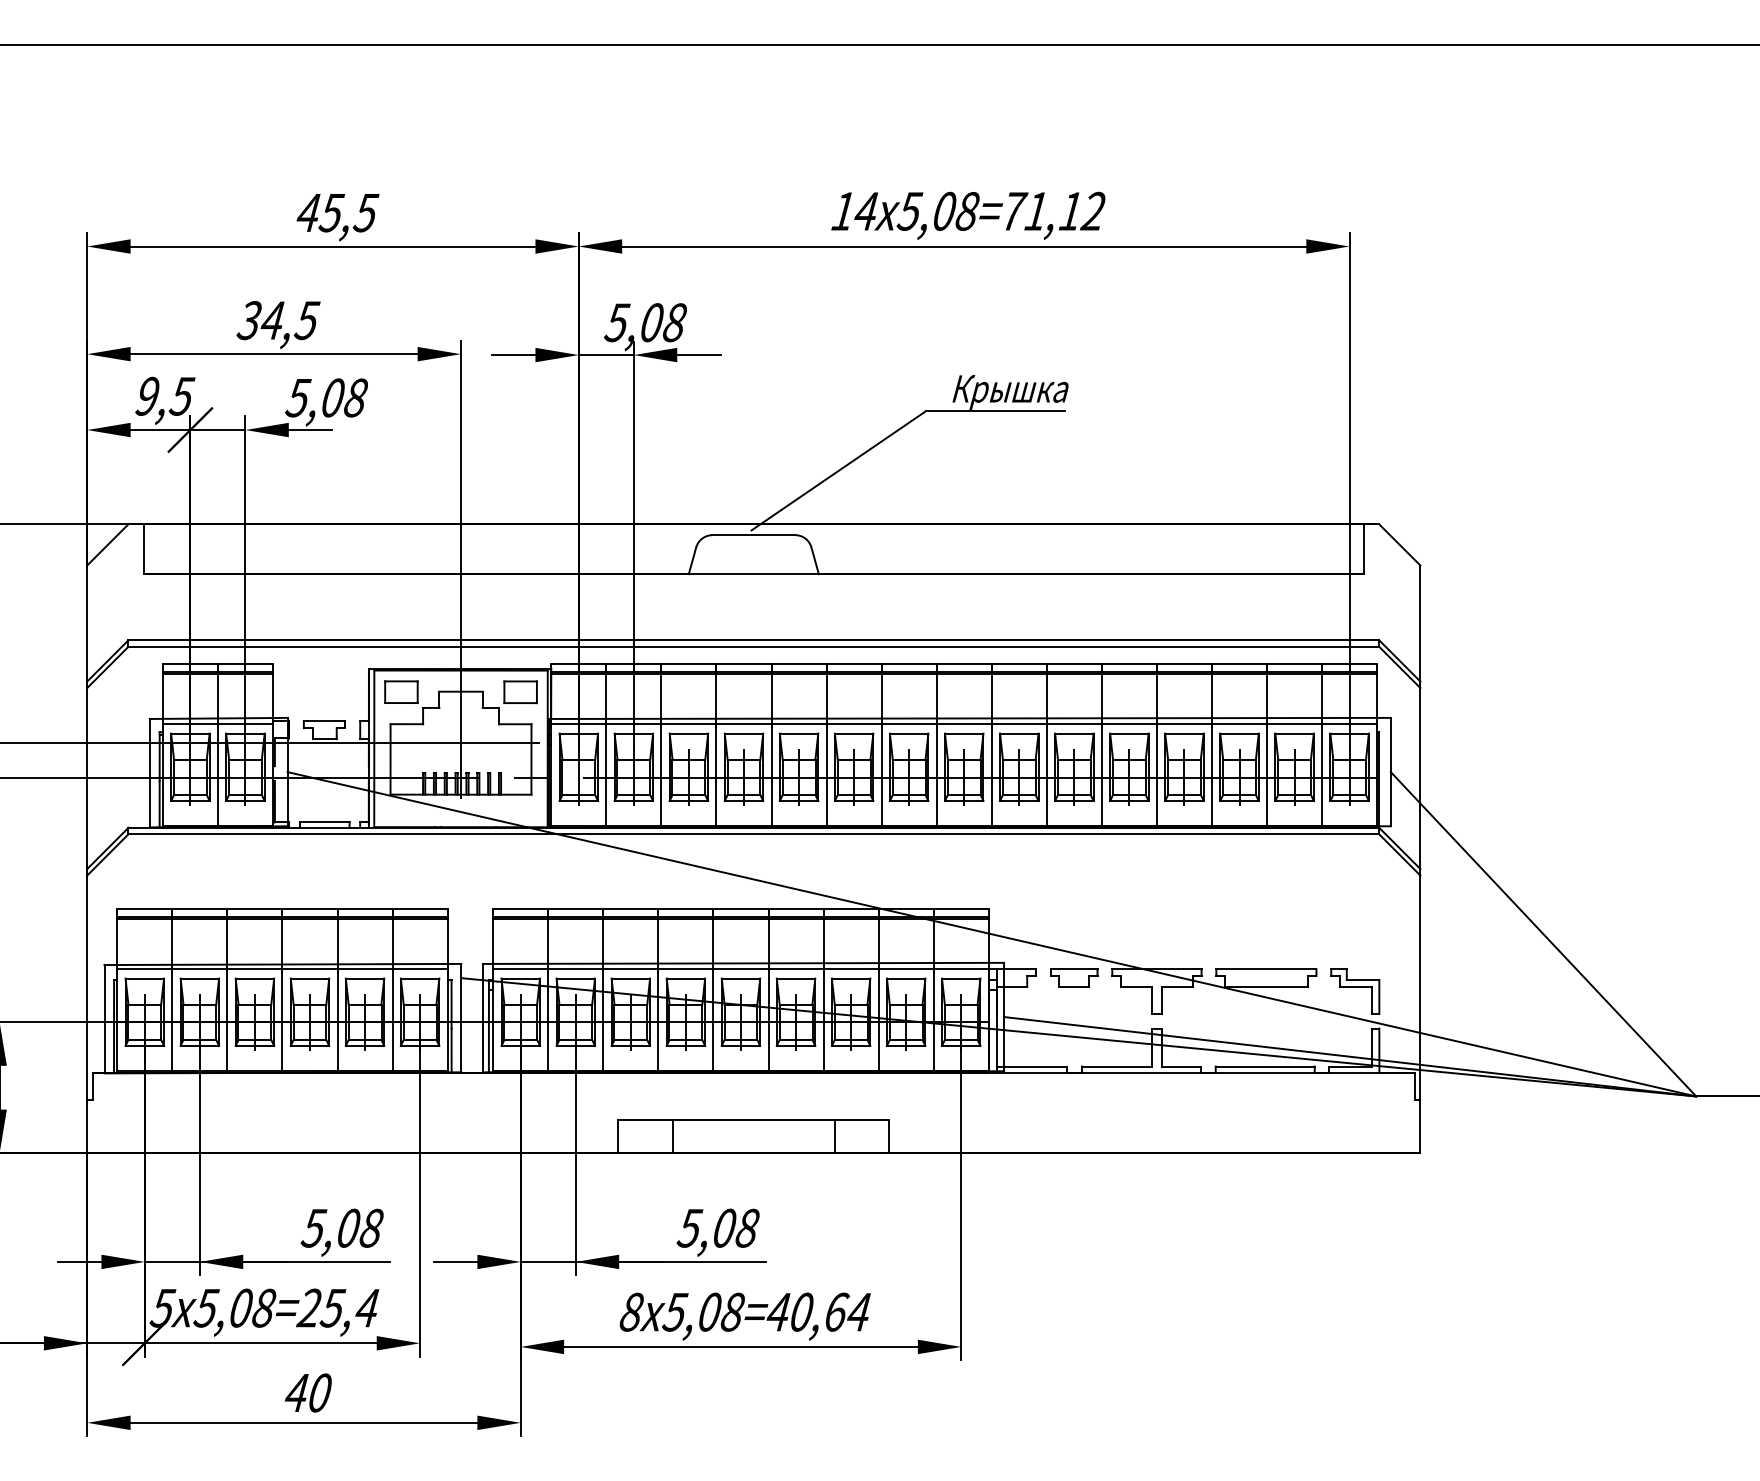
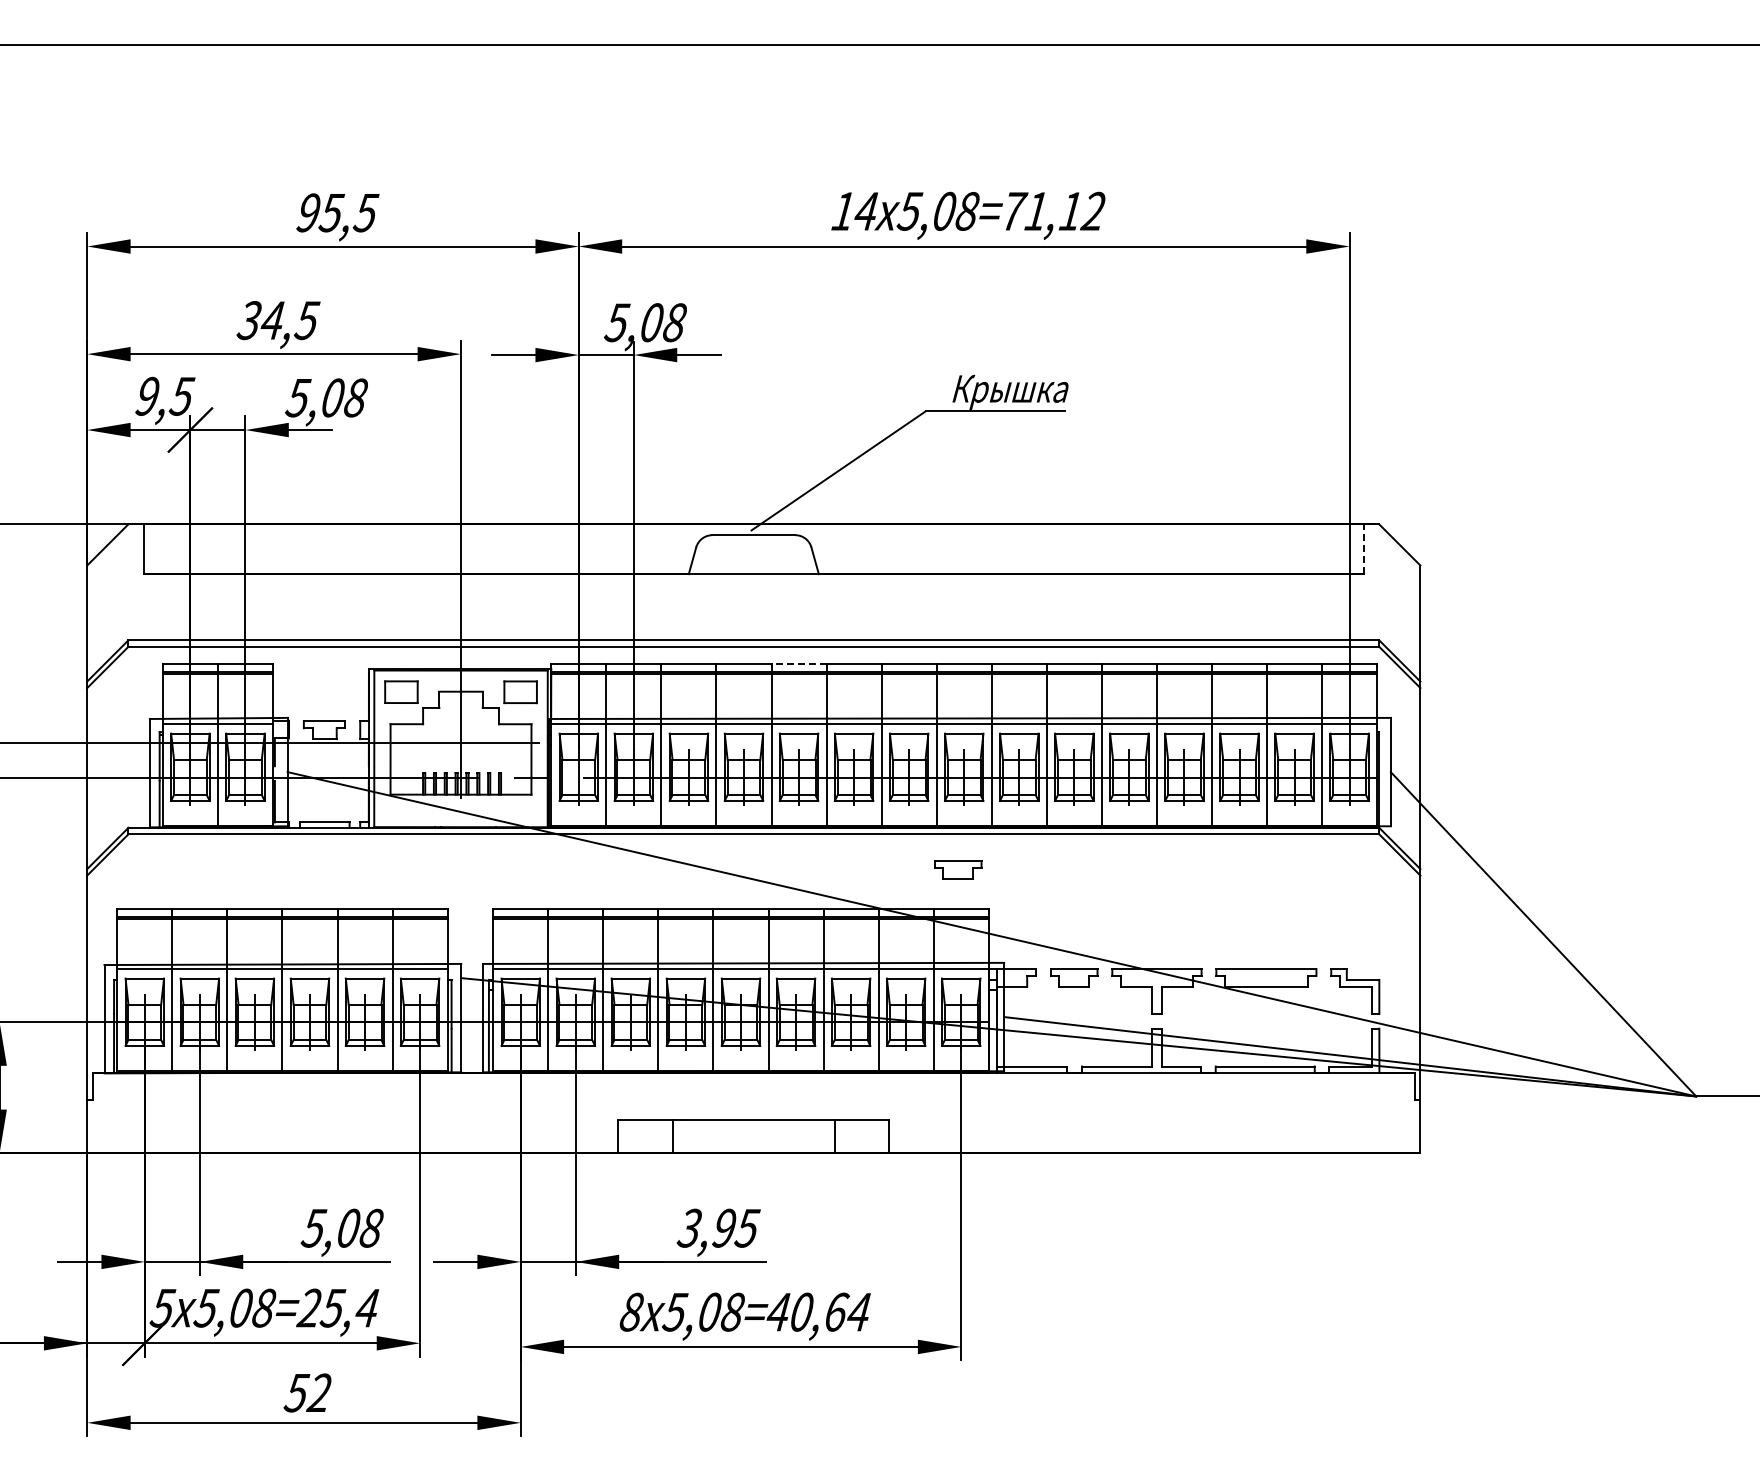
text at (308, 212): 45,5 -> 95,5
line at (1363, 549): solid -> dashed
line at (799, 663): solid -> dashed
part at (958, 869): none -> present
text at (718, 1227): 5,08 -> 3,95
text at (307, 1392): 40 -> 52
